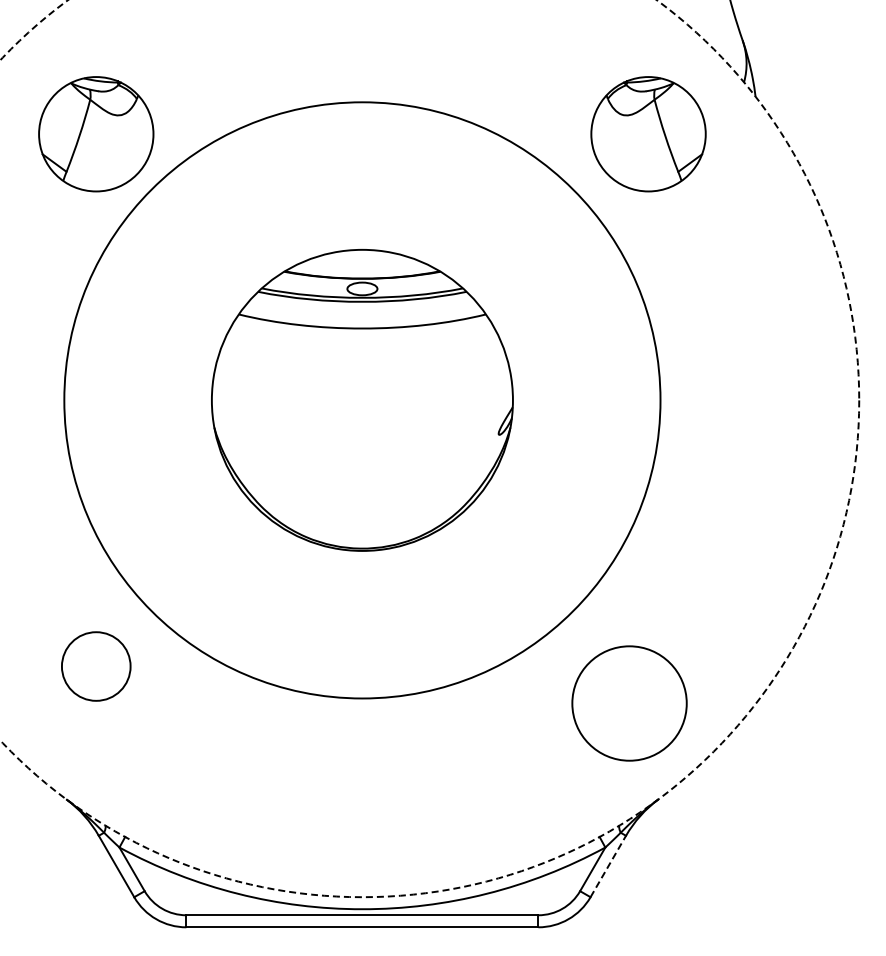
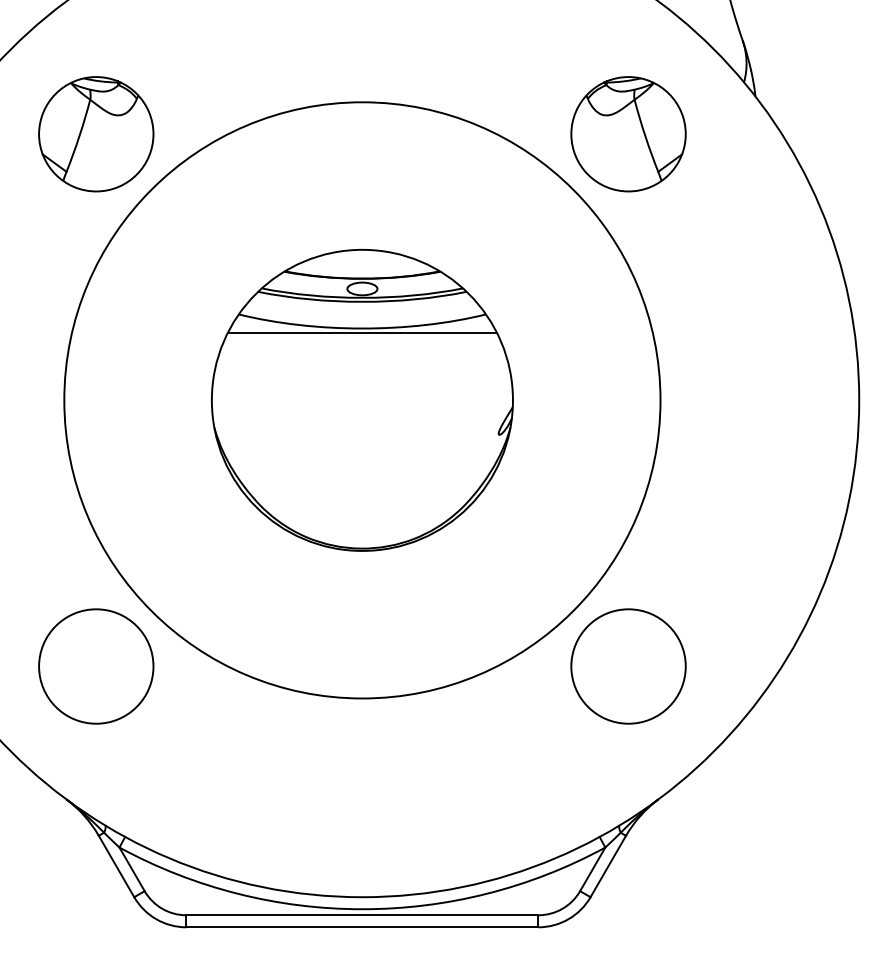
part at (648, 134) position: (648, 134) -> (628, 134)
line at (361, 332): none -> present
circle at (429, 448): dashed -> solid
circle at (95, 666) diameter: 69 px -> 114 px
circle at (629, 703) position: (629, 703) -> (628, 666)
line at (608, 866): dashed -> solid
